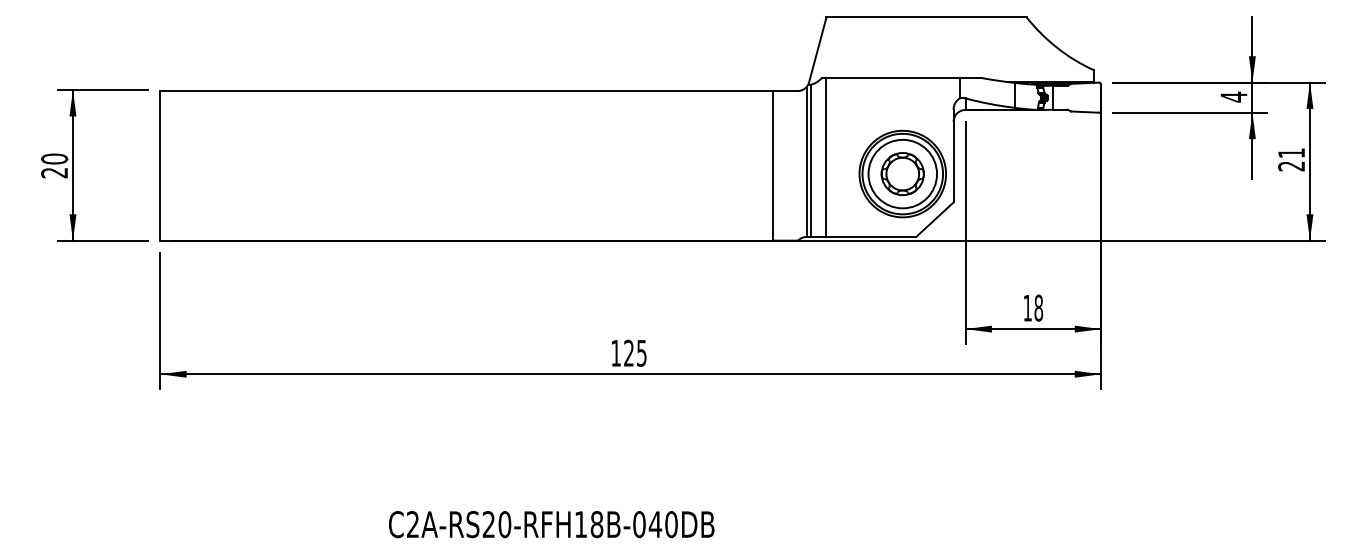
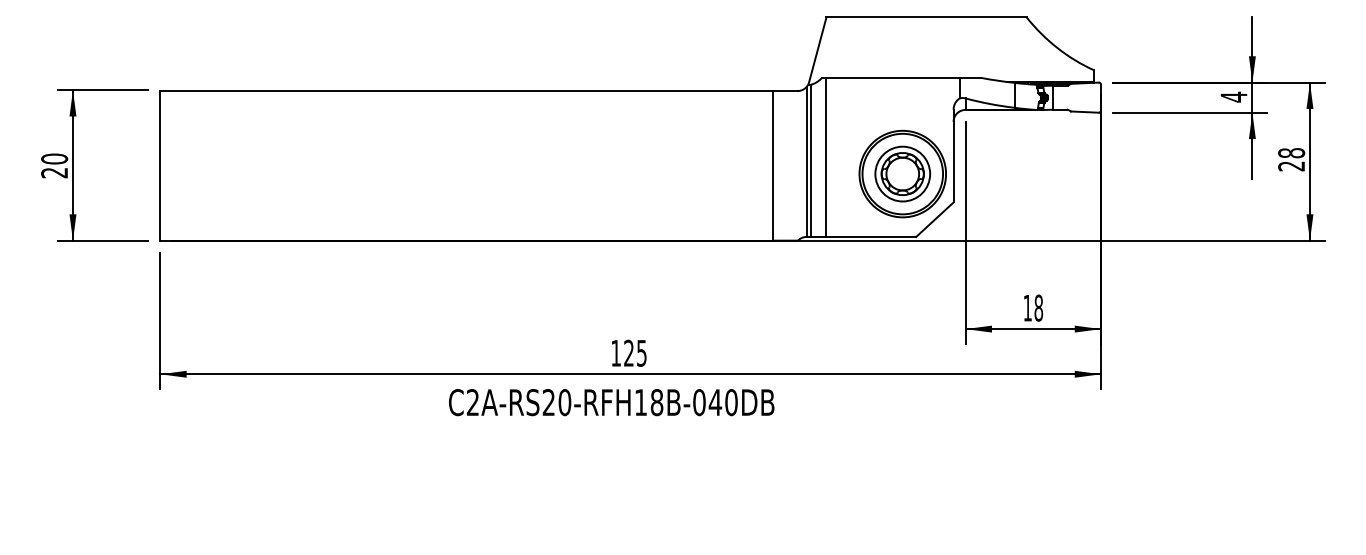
text at (1291, 153): 21 -> 28
circle at (902, 173) diameter: 68 px -> 55 px
text at (551, 524) position: (551, 524) -> (611, 402)
